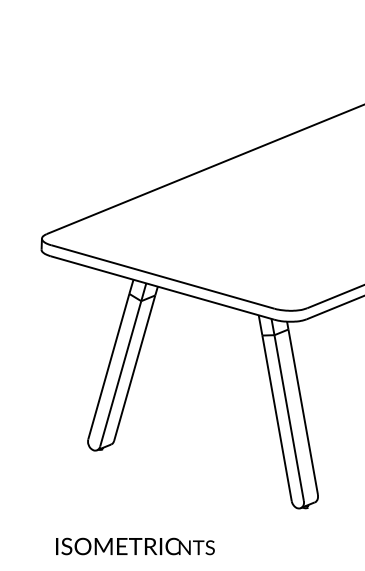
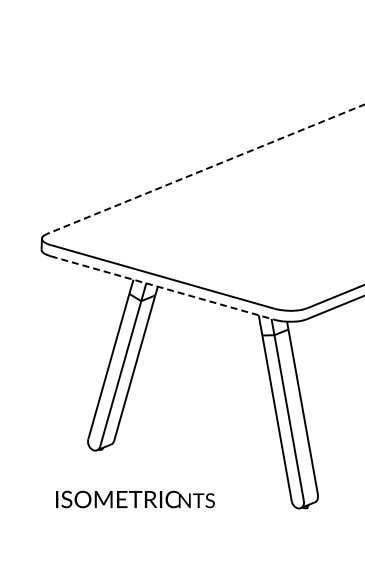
line at (205, 169): solid -> dashed
line at (162, 288): solid -> dashed
text at (135, 546) position: (135, 546) -> (135, 499)
